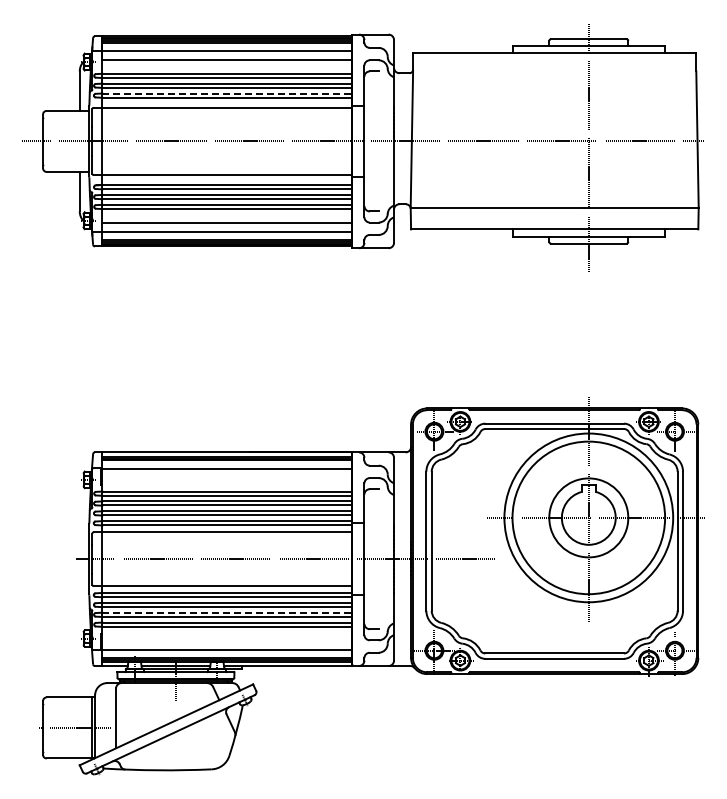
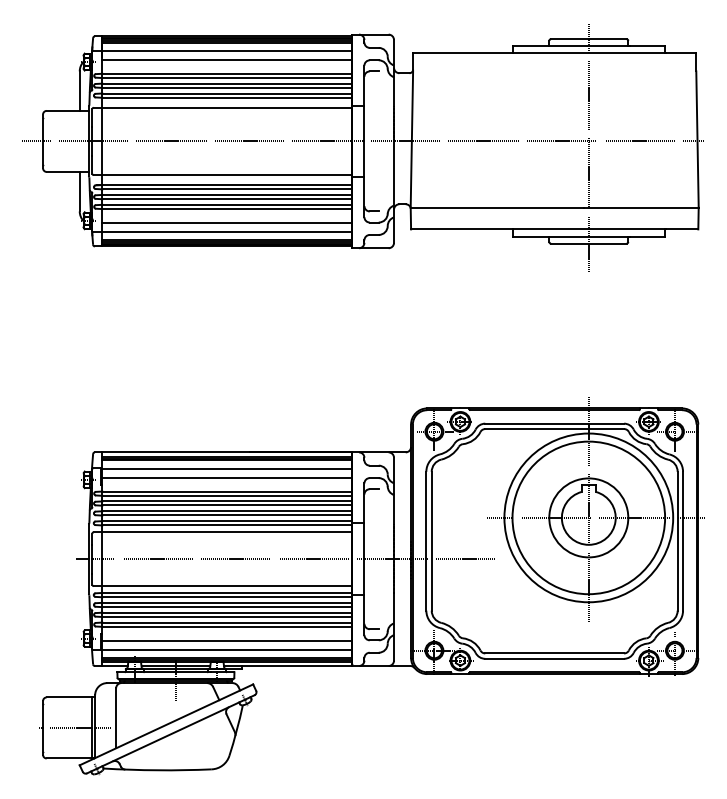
line at (227, 93): dashed -> solid
line at (226, 477): none -> present
line at (227, 612): dashed -> solid
line at (226, 640): none -> present
